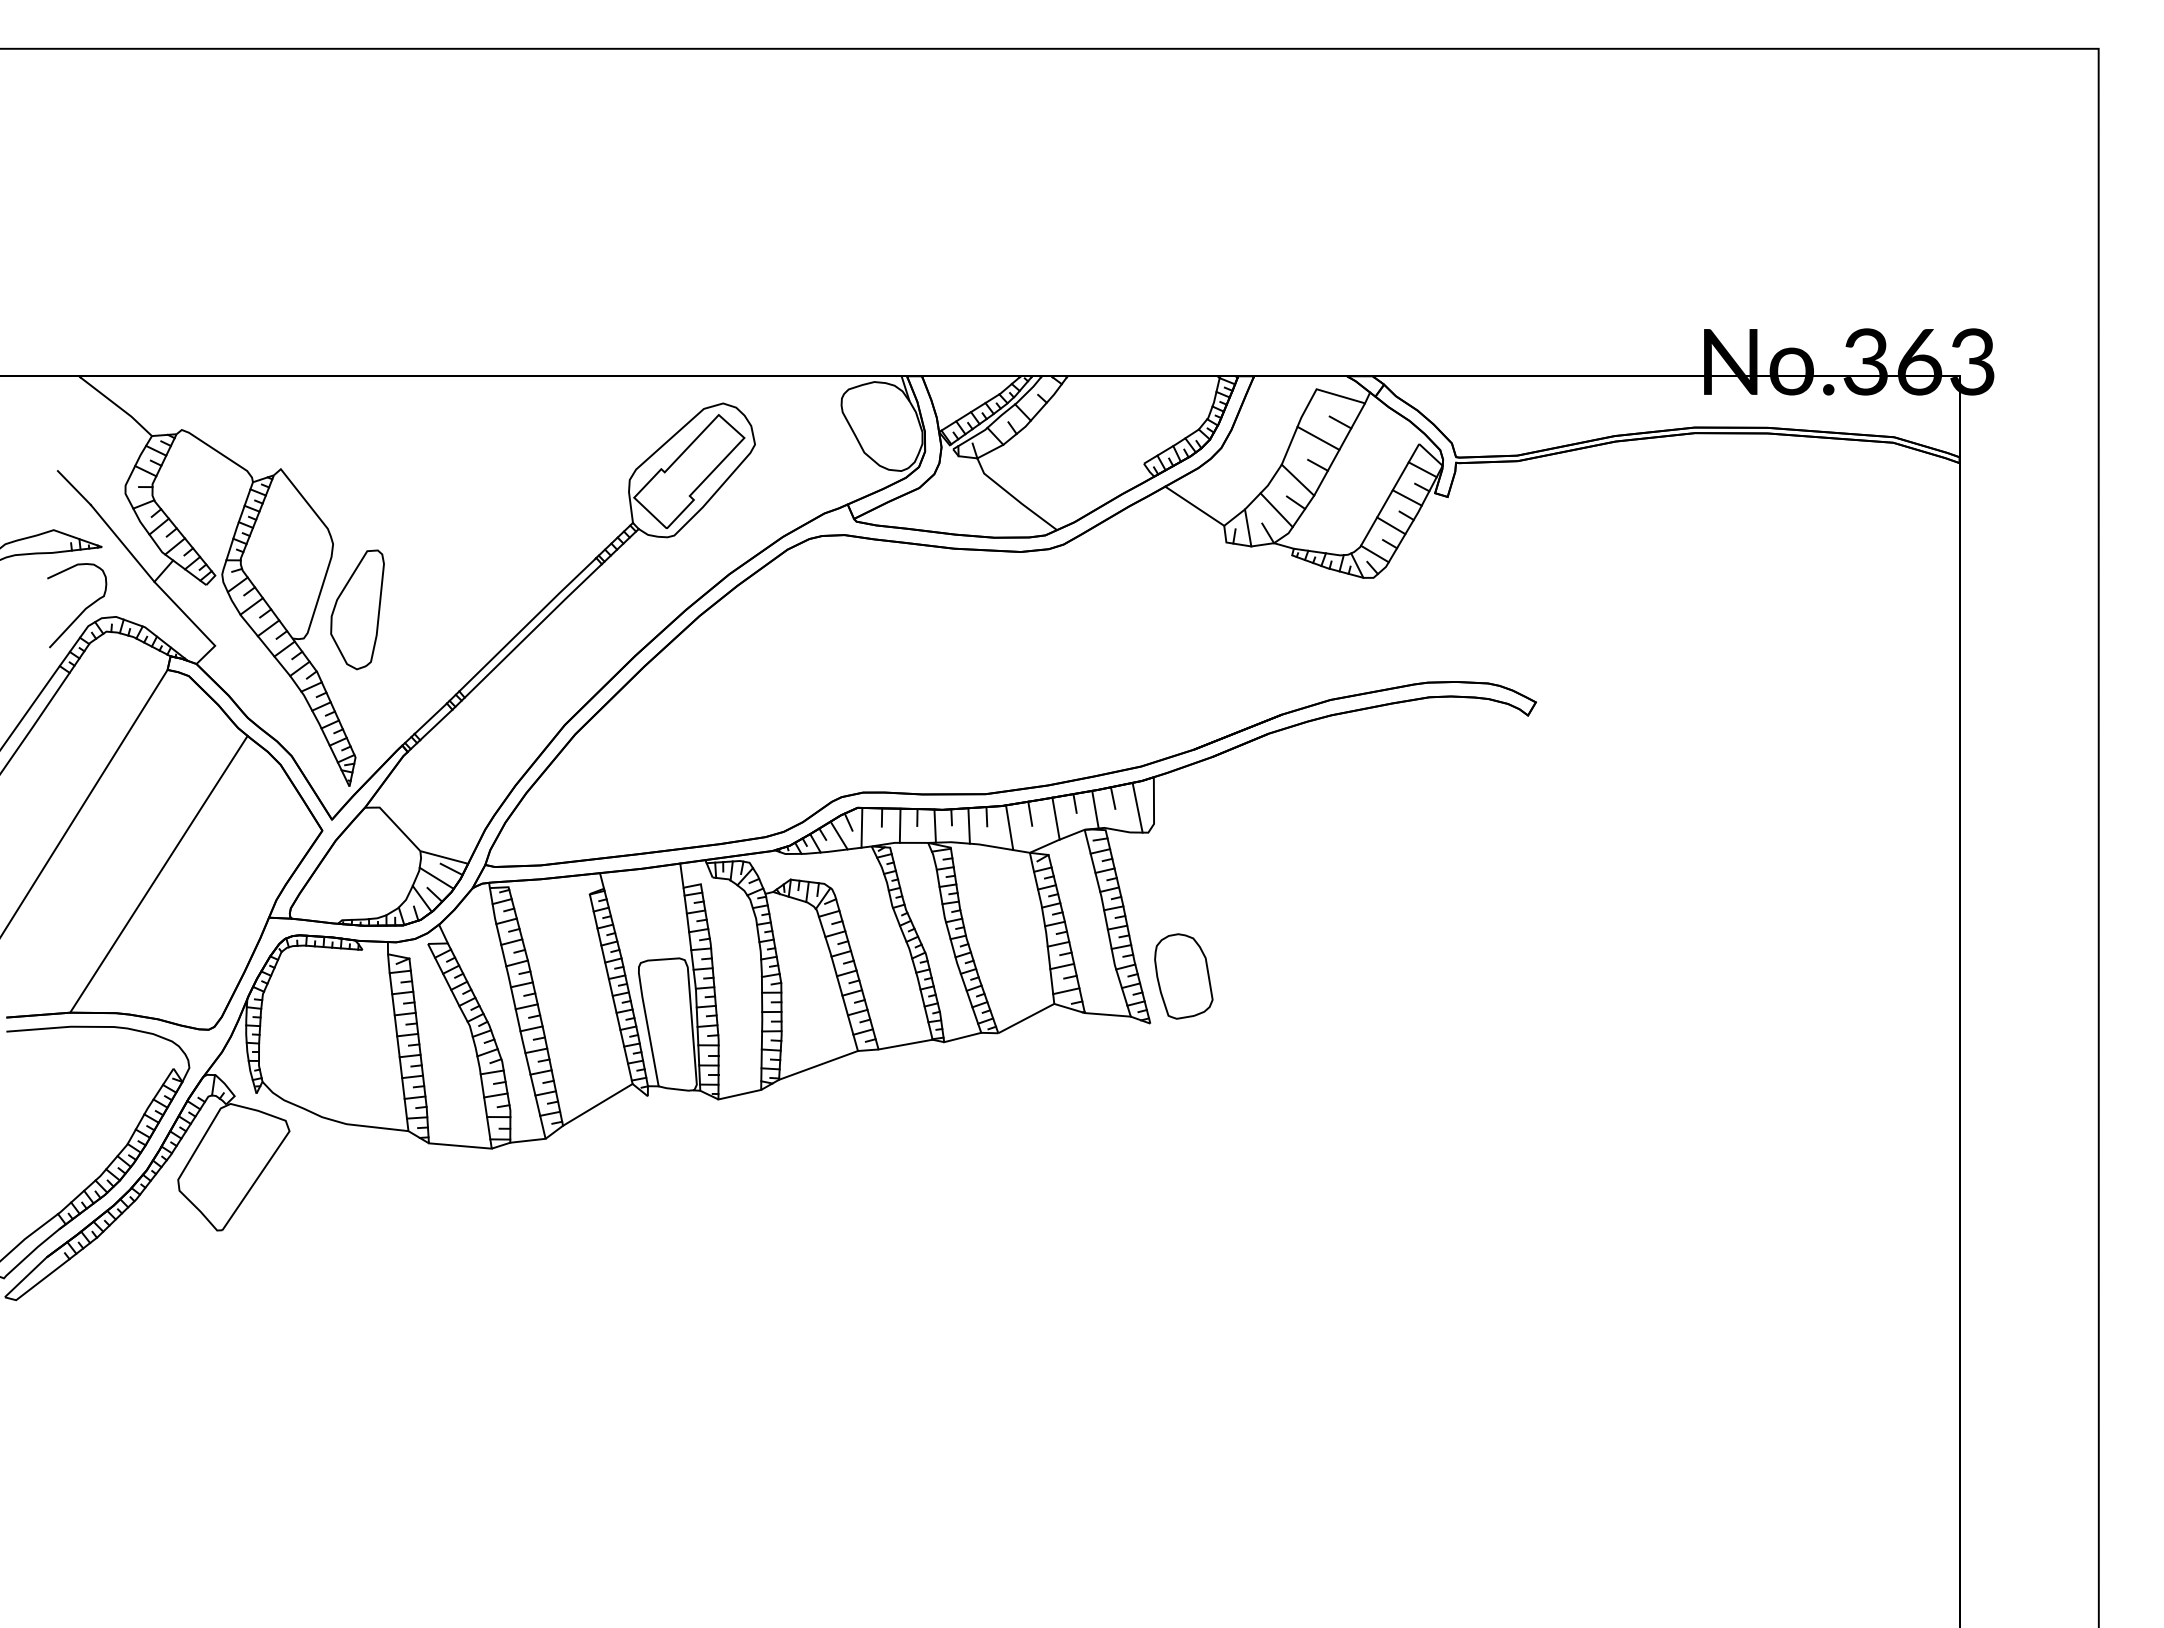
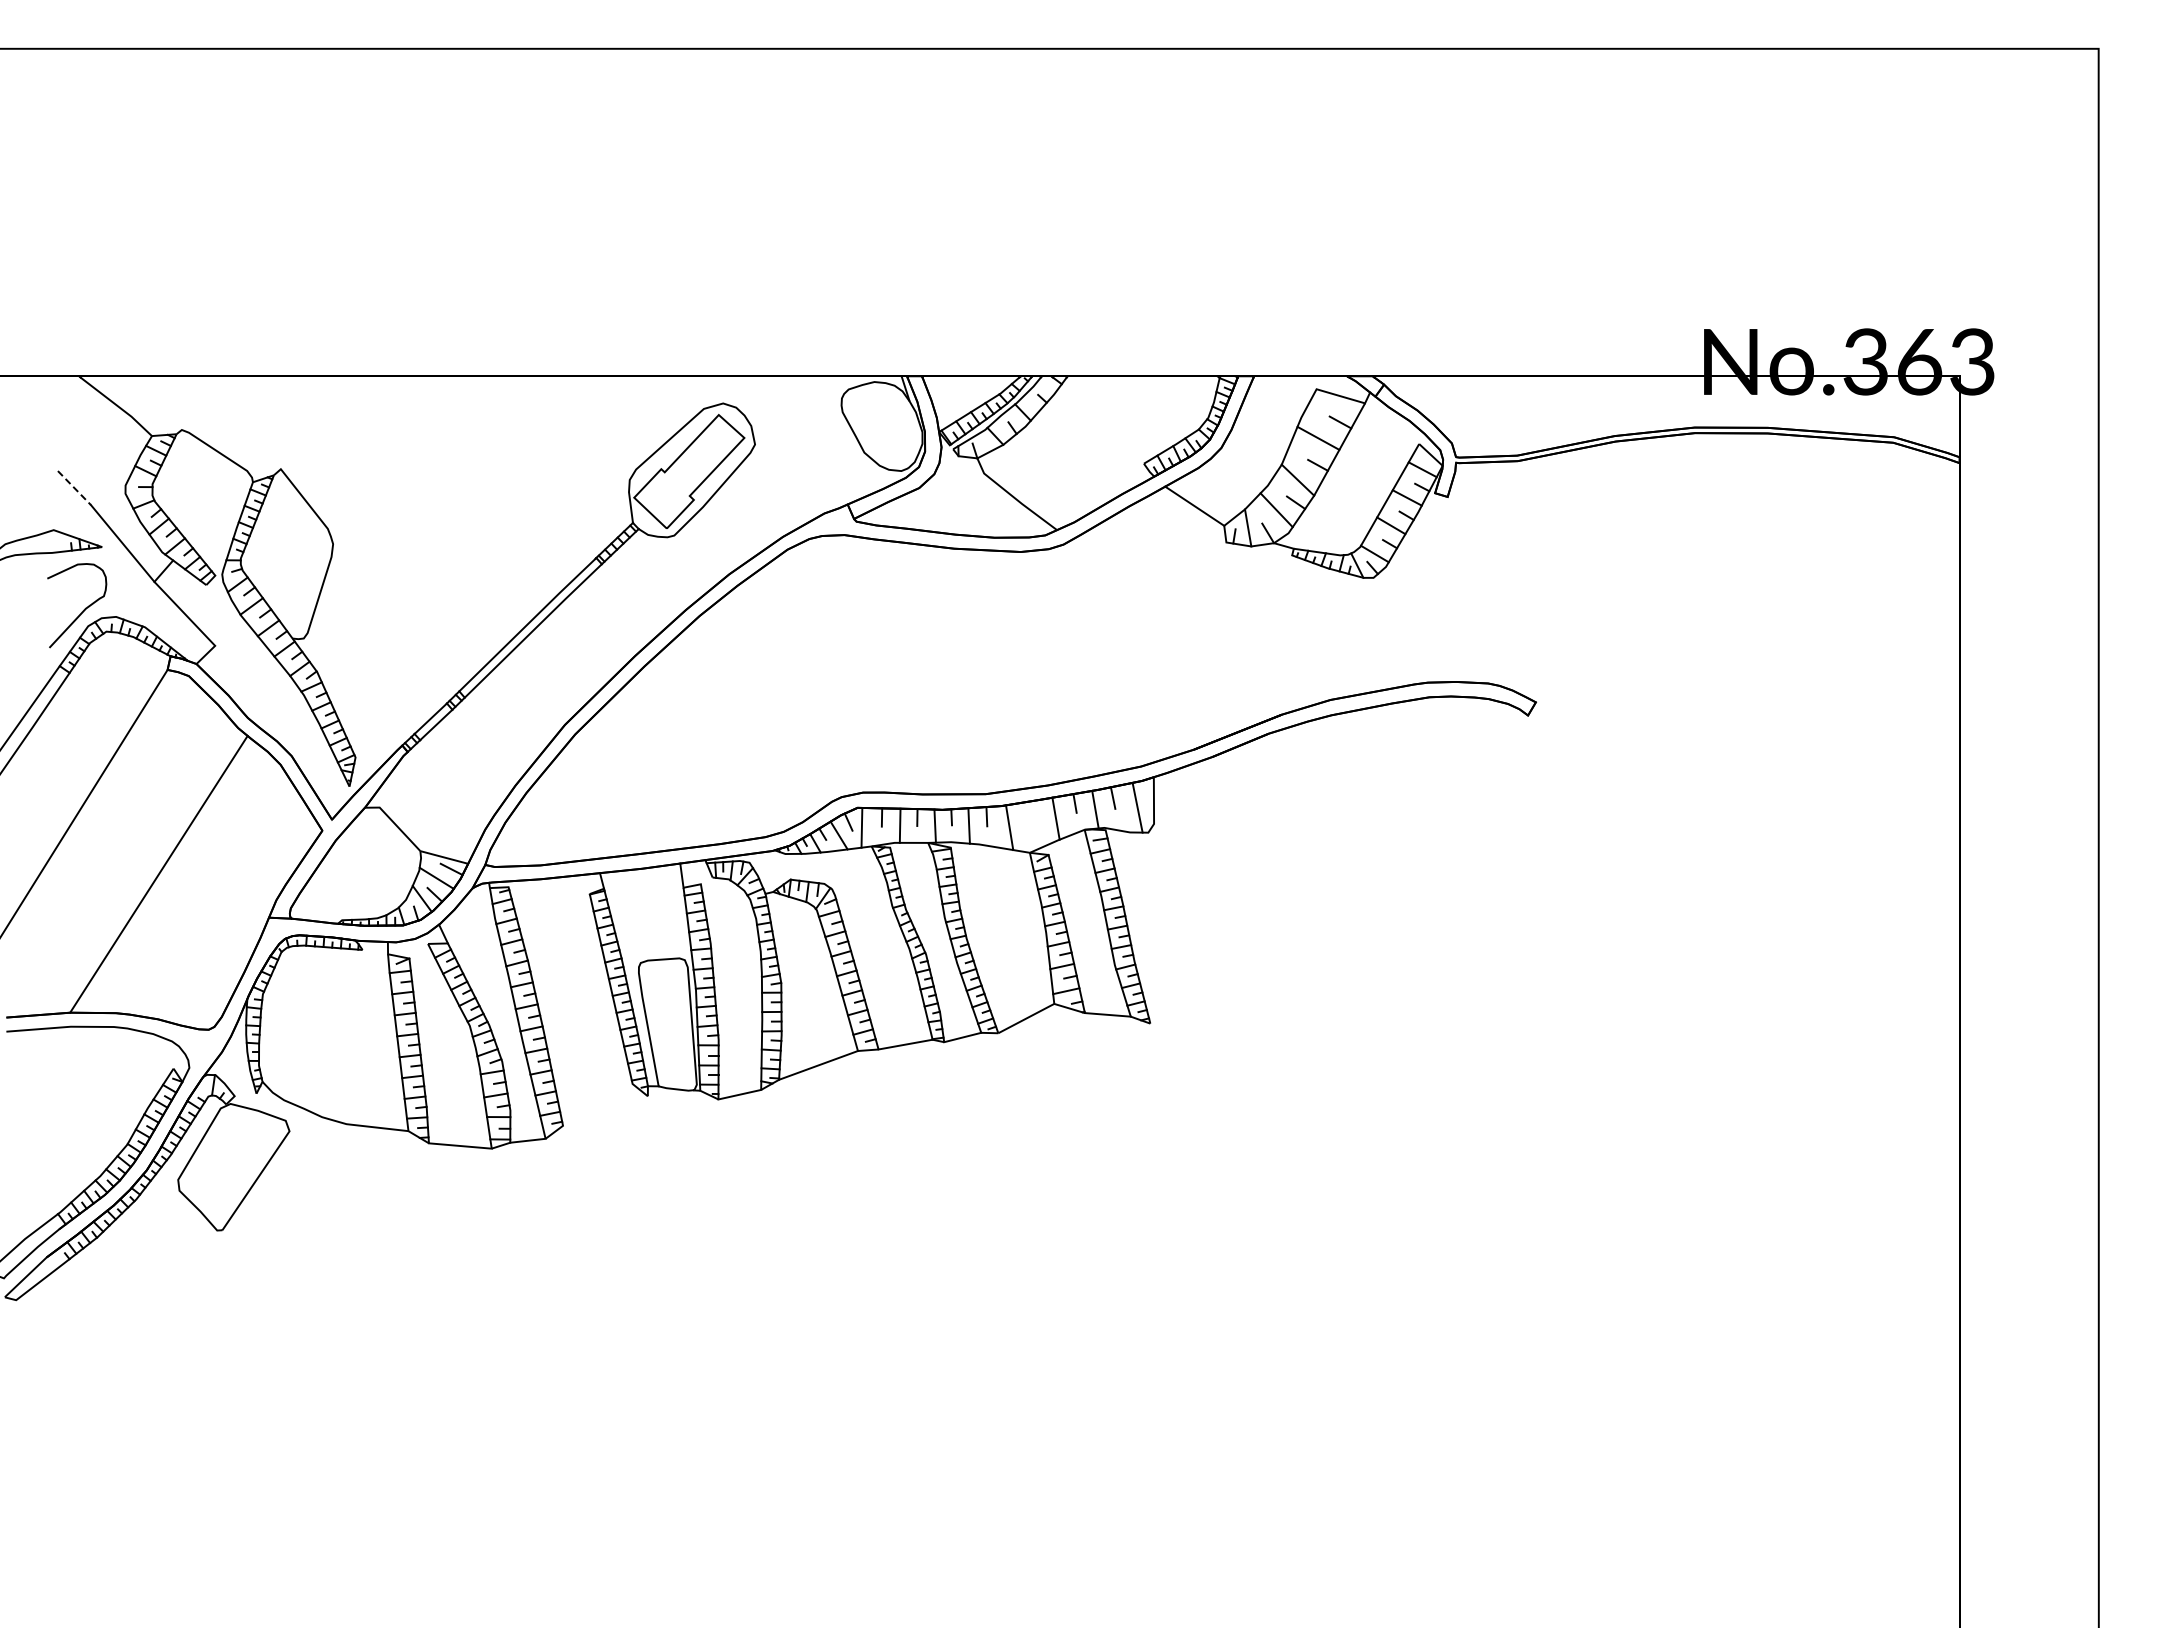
line at (74, 488): solid -> dashed
part at (357, 609): present -> none
line at (1030, 813): present -> none
part at (1183, 976): present -> none
line at (597, 1104): present -> none
